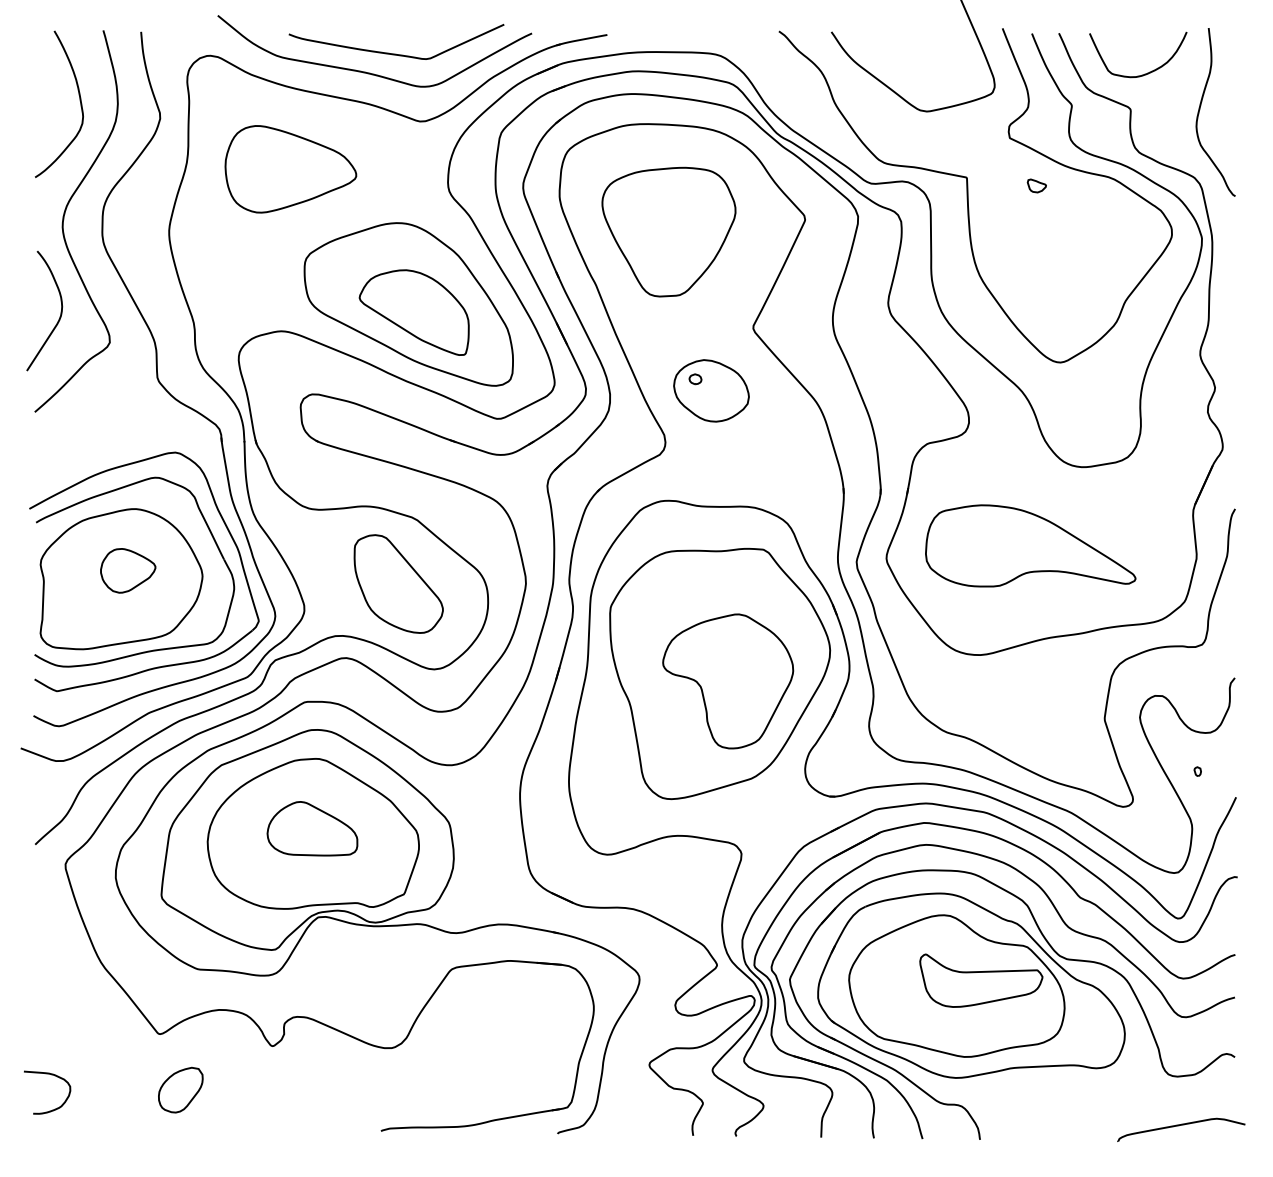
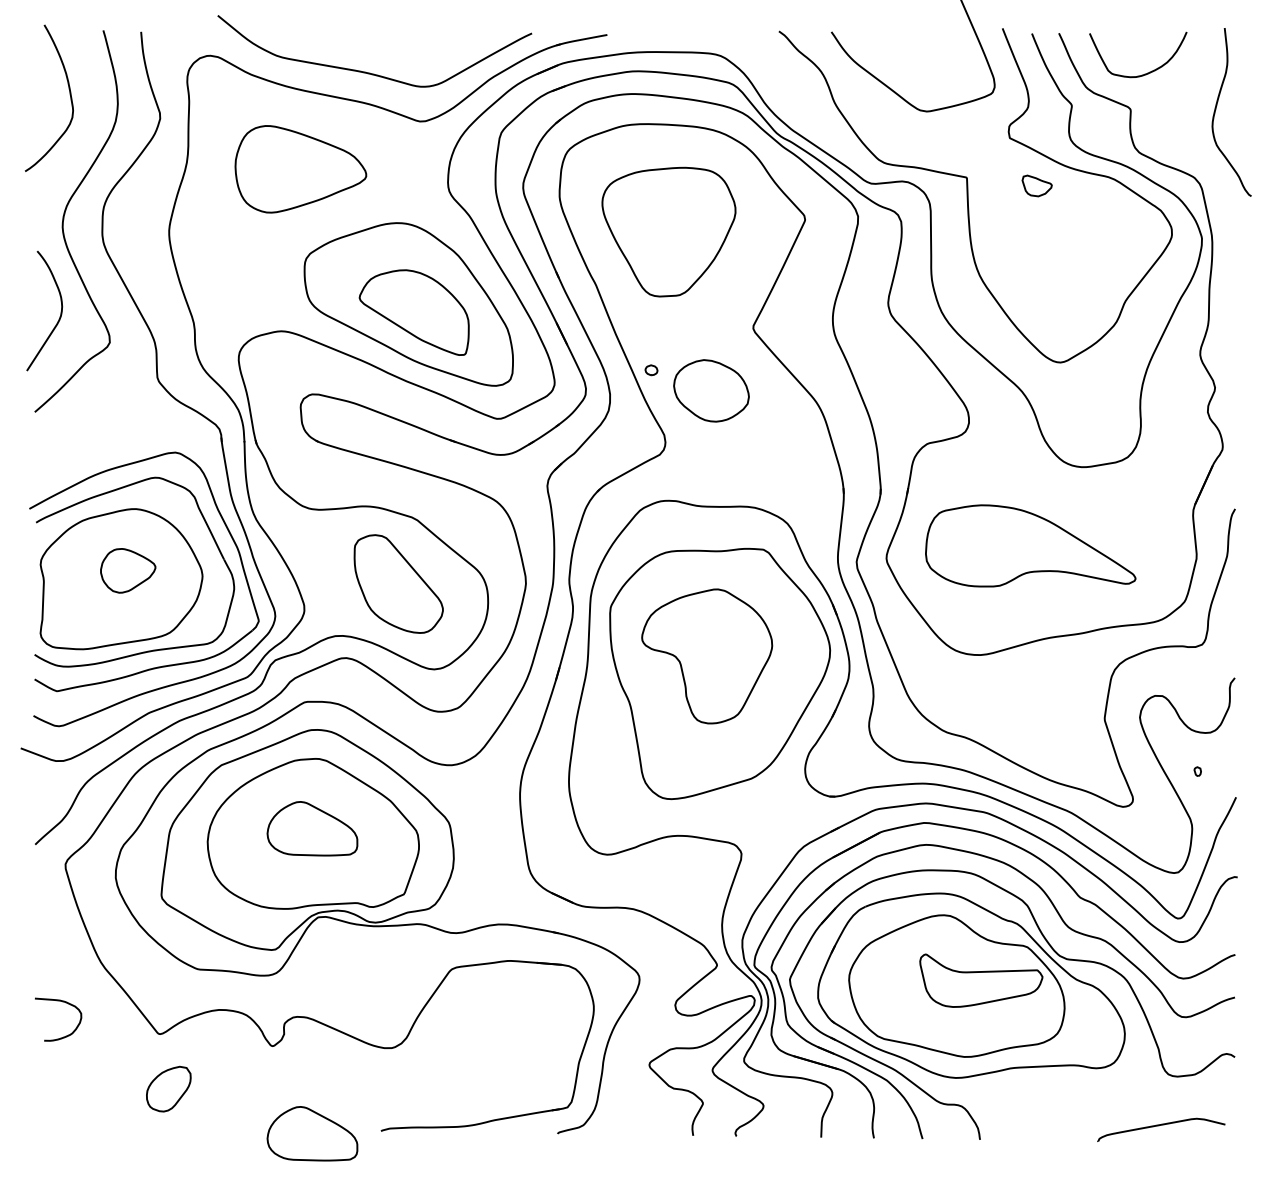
curve at (396, 53): present -> none
curve at (79, 100) position: (79, 100) -> (69, 94)
curve at (1200, 109) position: (1200, 109) -> (1216, 109)
part at (290, 169) position: (290, 169) -> (300, 169)
part at (1036, 185) size: 21x16 px -> 32x24 px
part at (695, 379) position: (695, 379) -> (651, 370)
part at (728, 681) position: (728, 681) -> (707, 656)
curve at (51, 1075) position: (51, 1075) -> (62, 1002)
part at (180, 1089) position: (180, 1089) -> (168, 1088)
curve at (1179, 1126) position: (1179, 1126) -> (1159, 1126)
part at (312, 1133): none -> present
